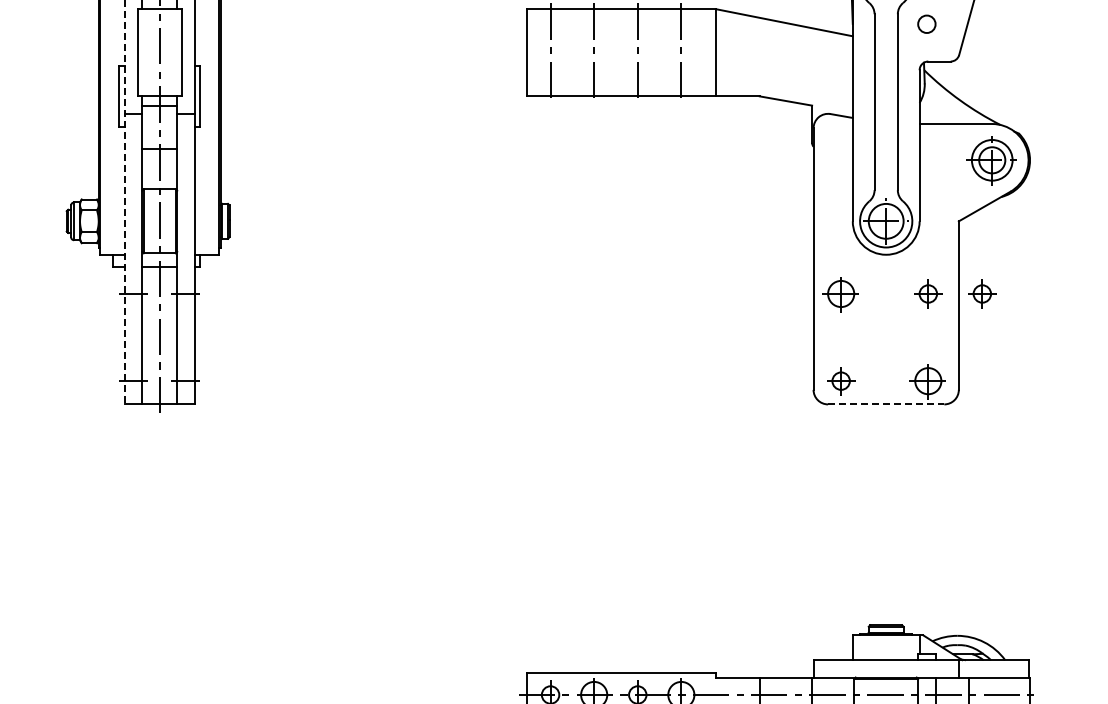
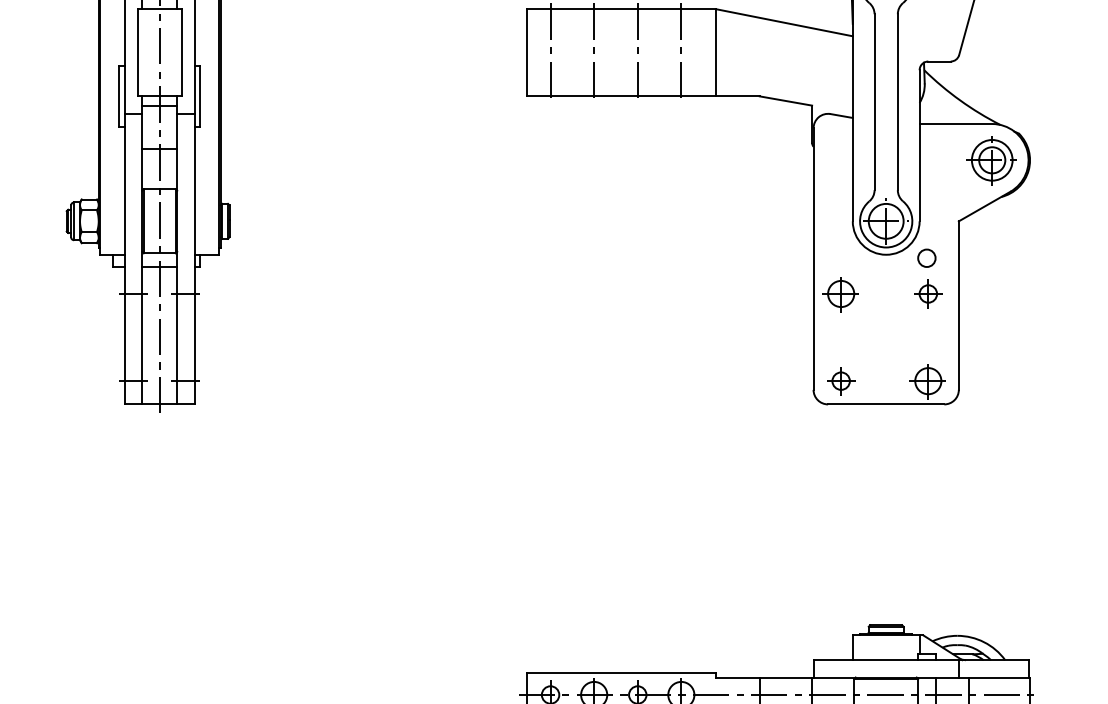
circle at (926, 23) position: (926, 23) -> (926, 257)
line at (124, 202): dashed -> solid
part at (982, 293): present -> none
line at (886, 404): dashed -> solid
